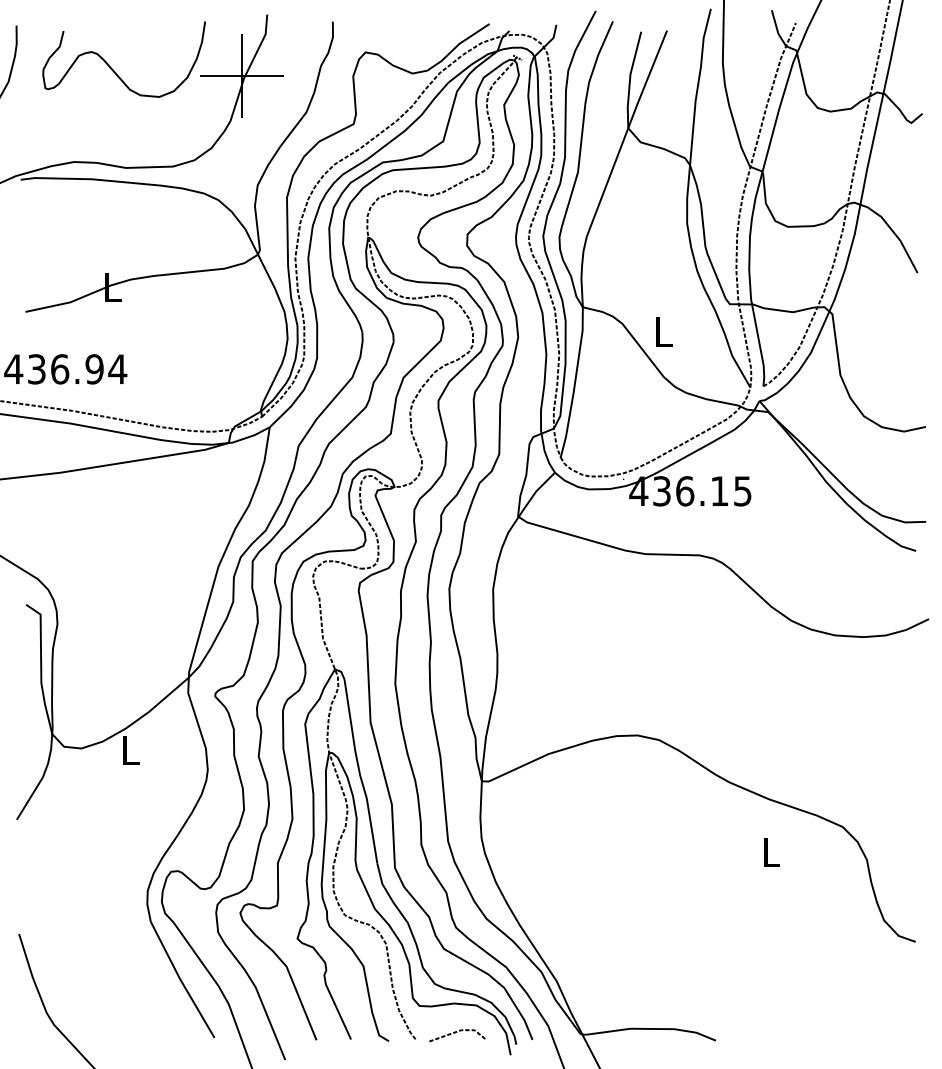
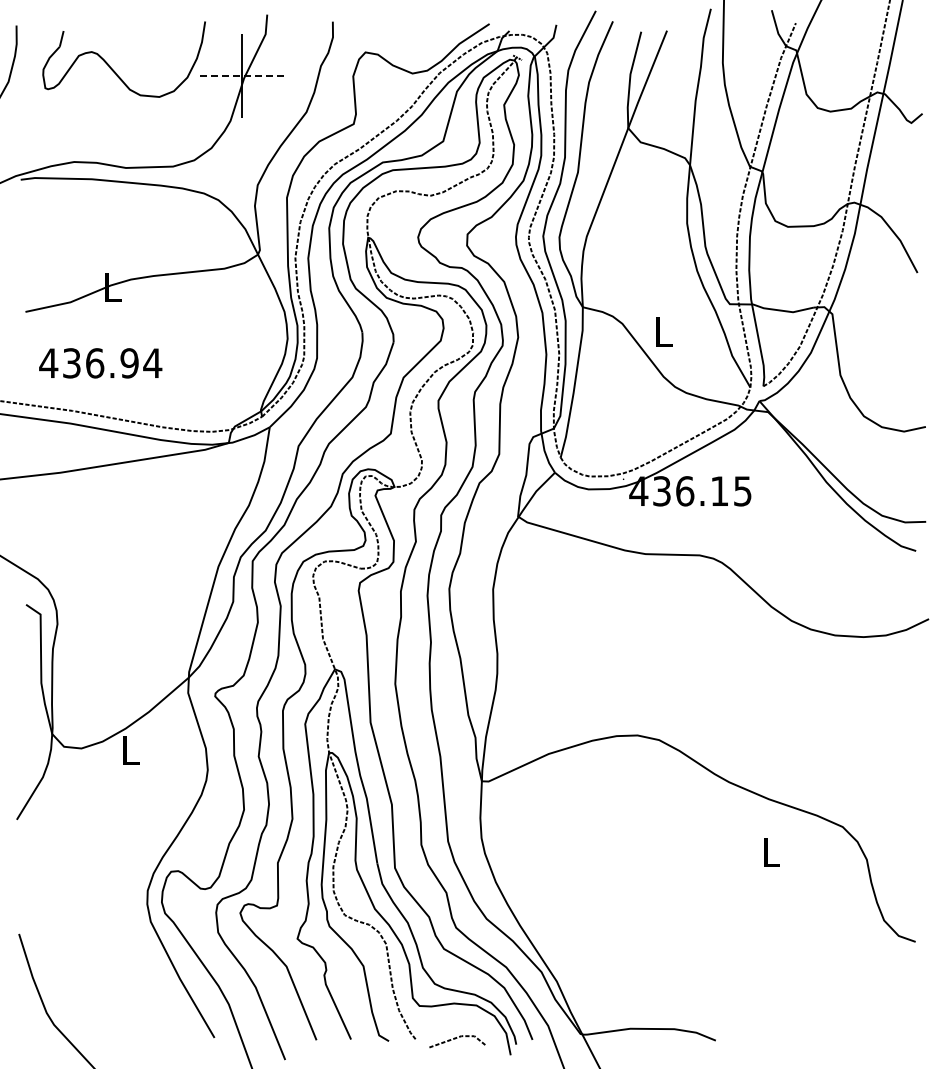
line at (242, 75): solid -> dashed
text at (65, 369) position: (65, 369) -> (100, 363)
line at (455, 1033) position: (455, 1033) -> (455, 1039)
